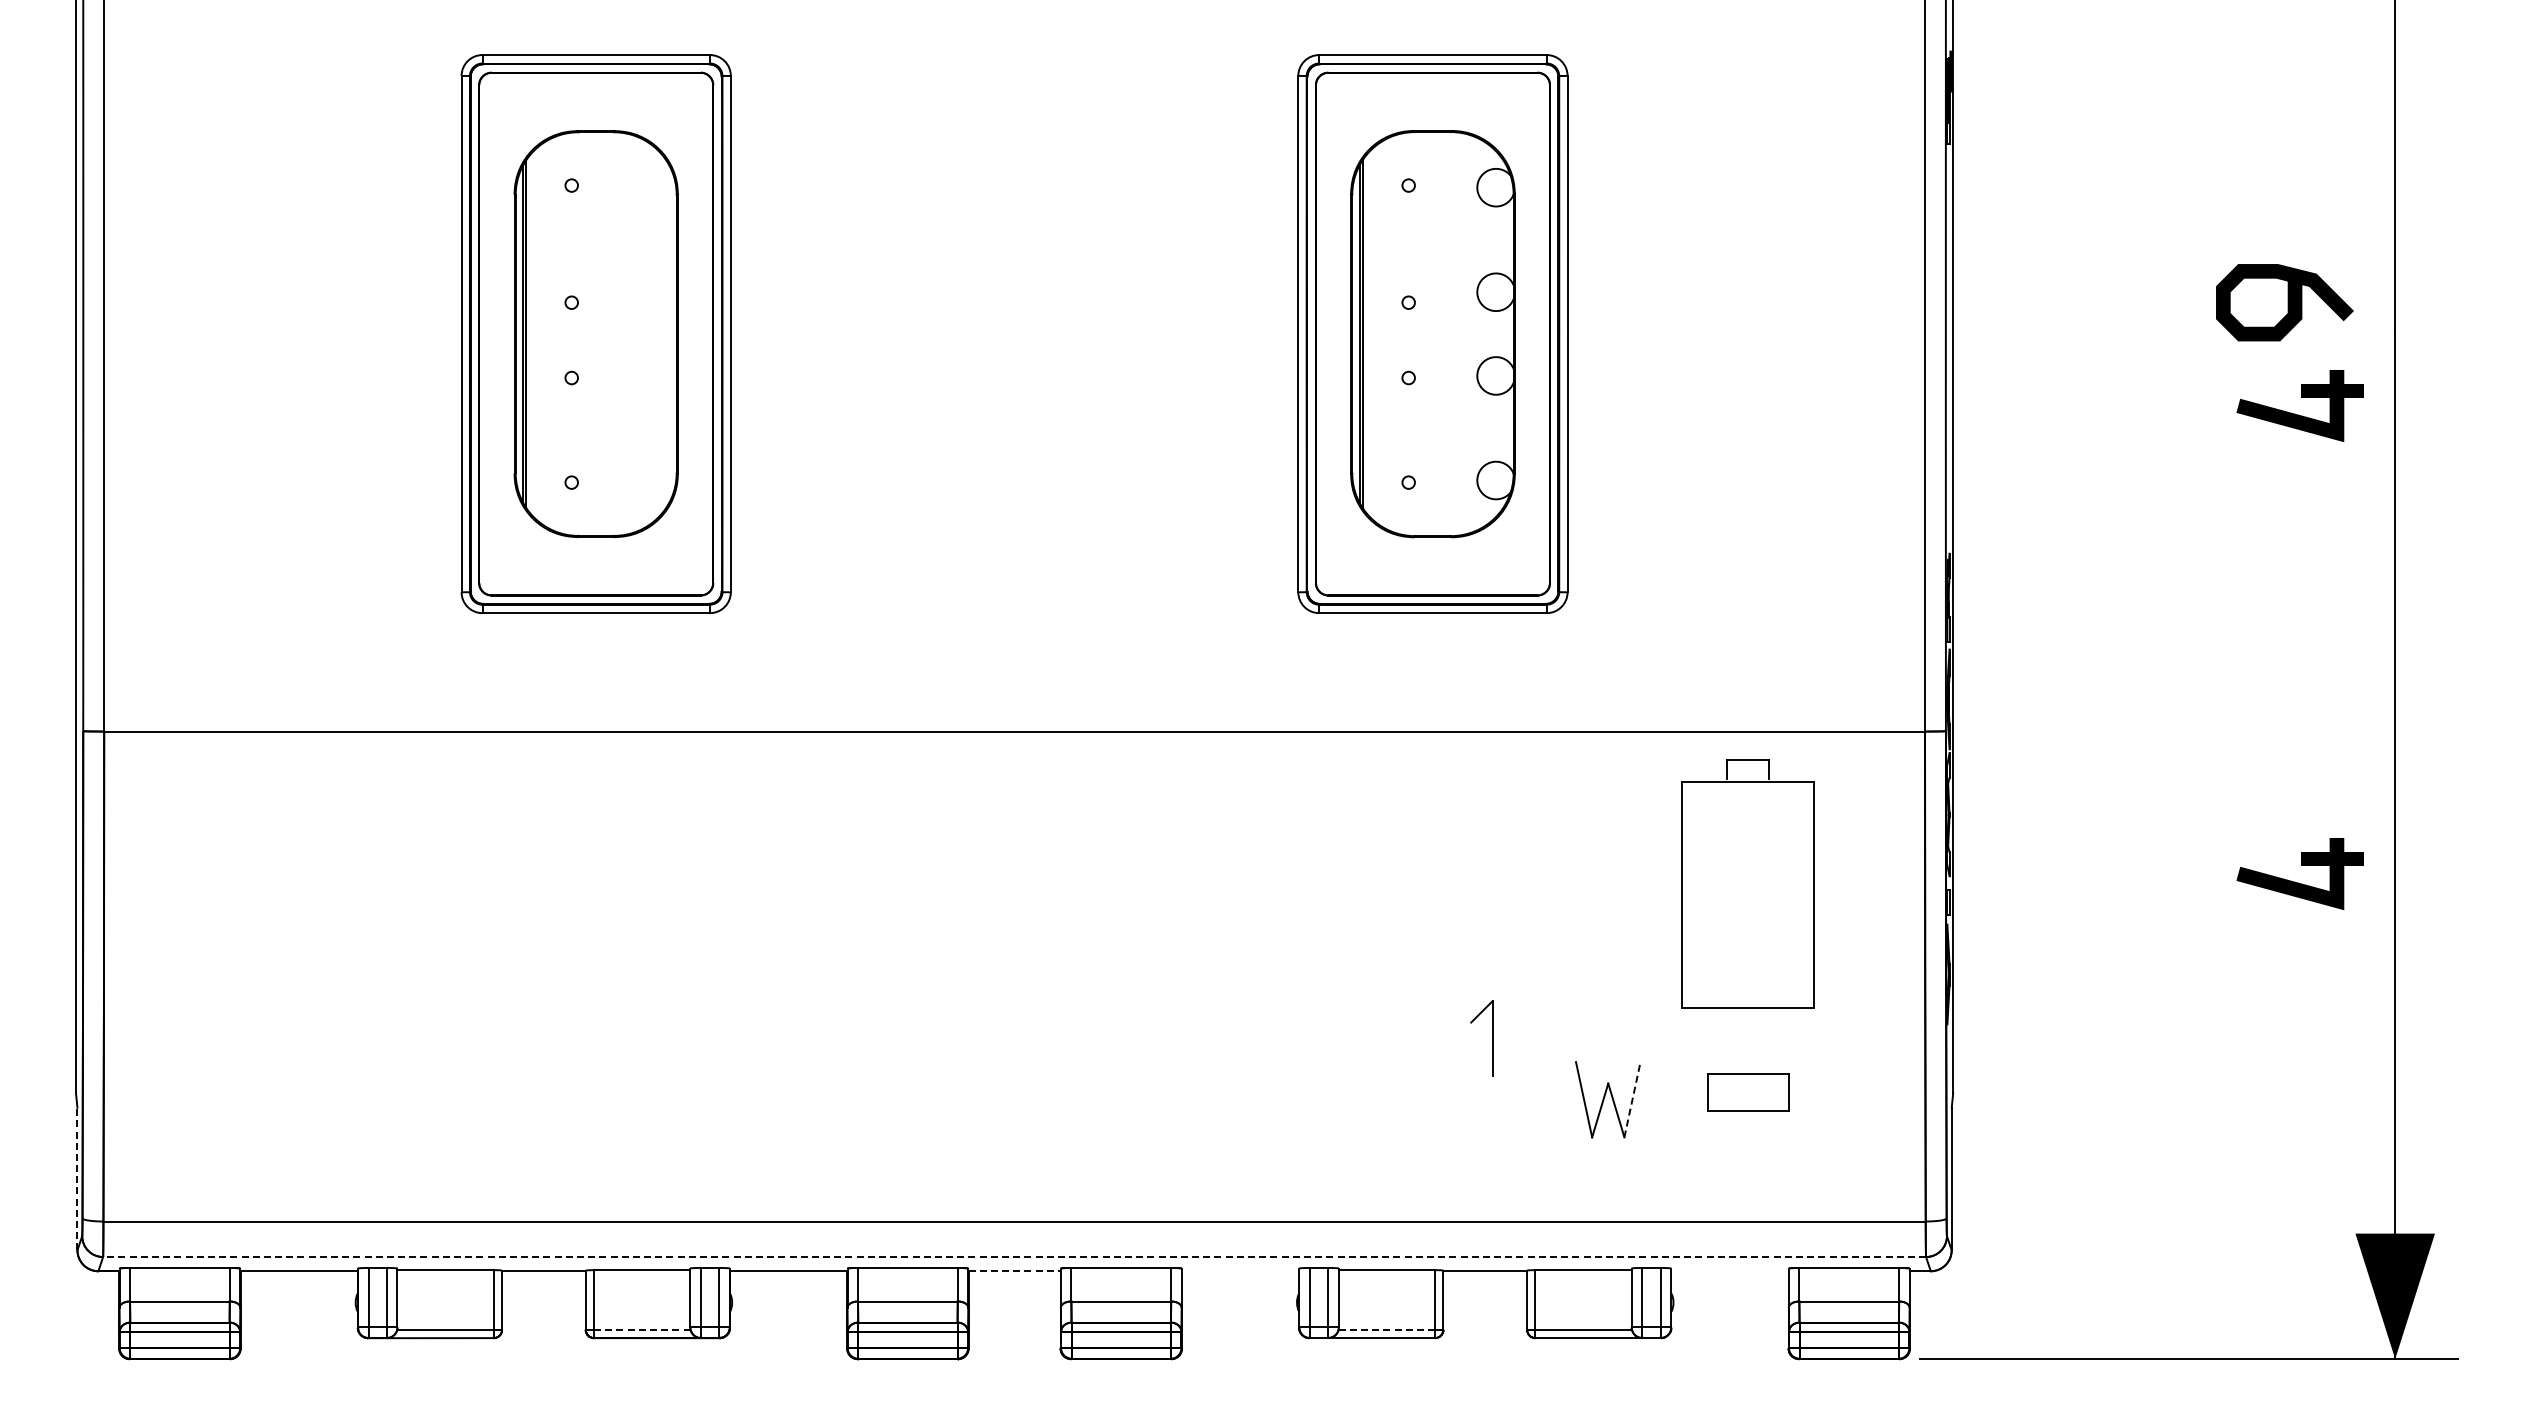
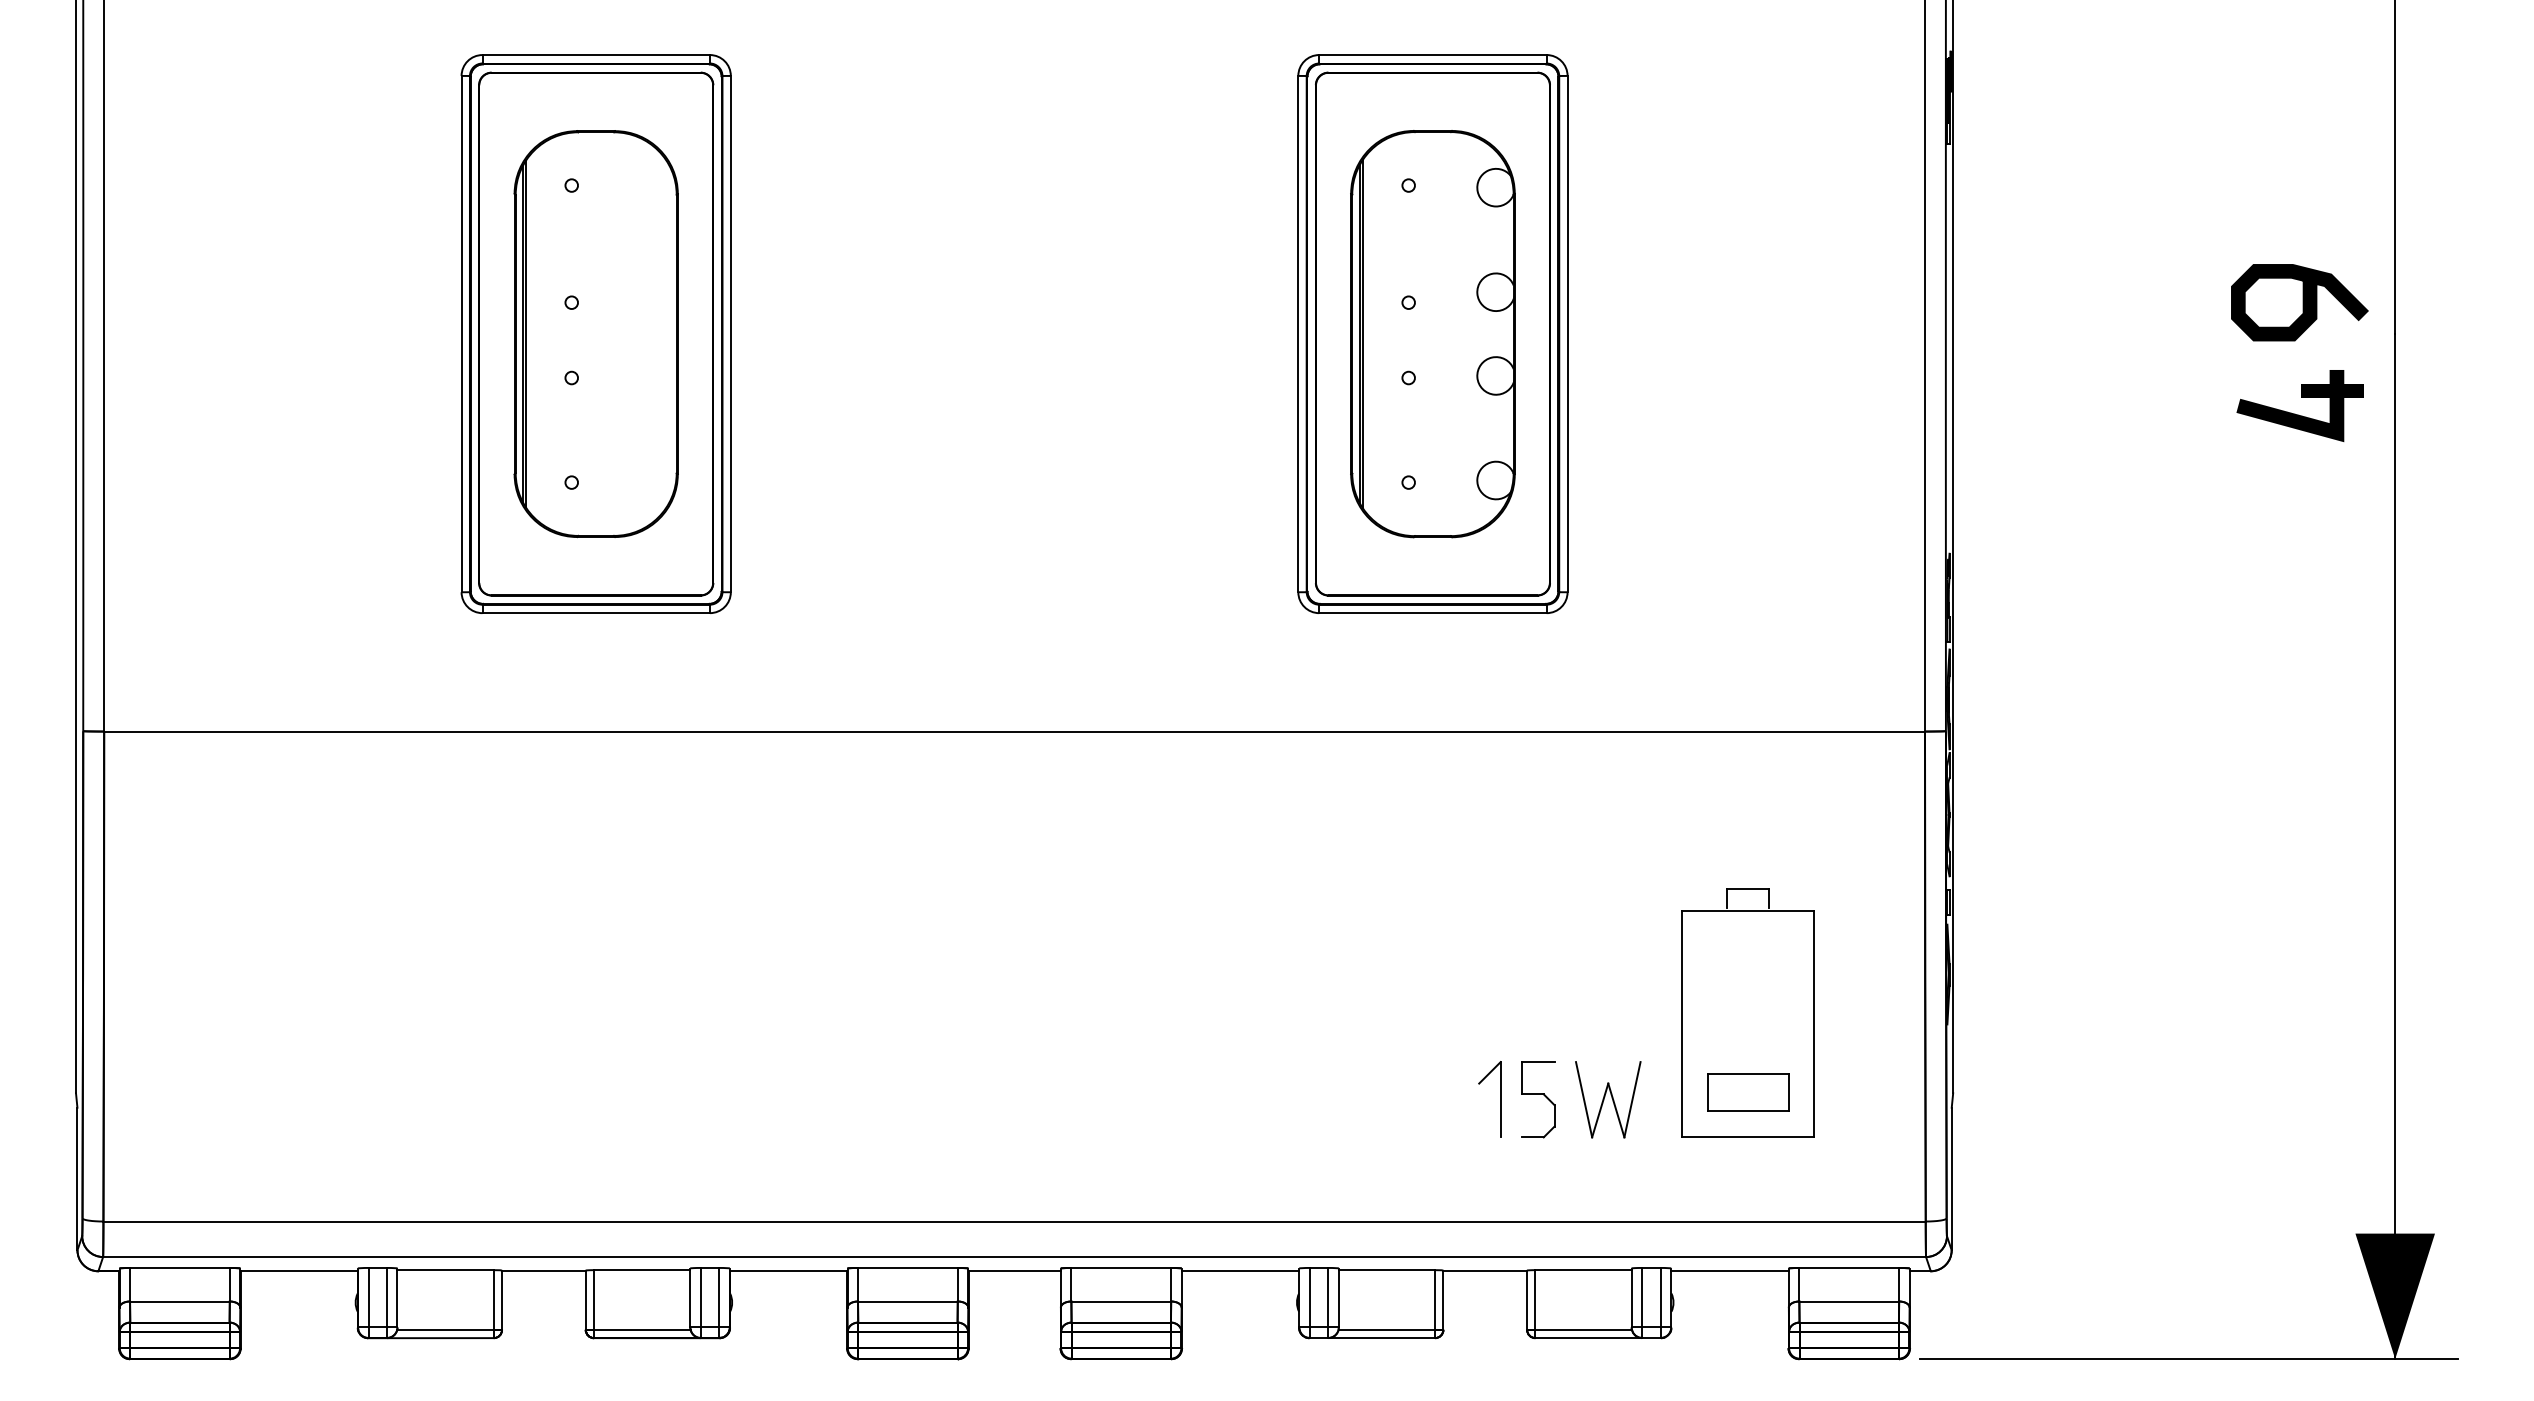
curve at (2287, 302) position: (2287, 302) -> (2302, 302)
part at (2301, 865): present -> none
part at (1747, 883) position: (1747, 883) -> (1747, 1012)
part at (1492, 1038) position: (1492, 1038) -> (1500, 1099)
part at (1538, 1099): none -> present
line at (1632, 1099): dashed -> solid
line at (77, 1178): dashed -> solid
line at (1014, 1257): dashed -> solid
line at (1015, 1271): dashed -> solid
line at (1240, 1271): none -> present
line at (1729, 1271): none -> present
line at (637, 1329): dashed -> solid
line at (1391, 1329): dashed -> solid
